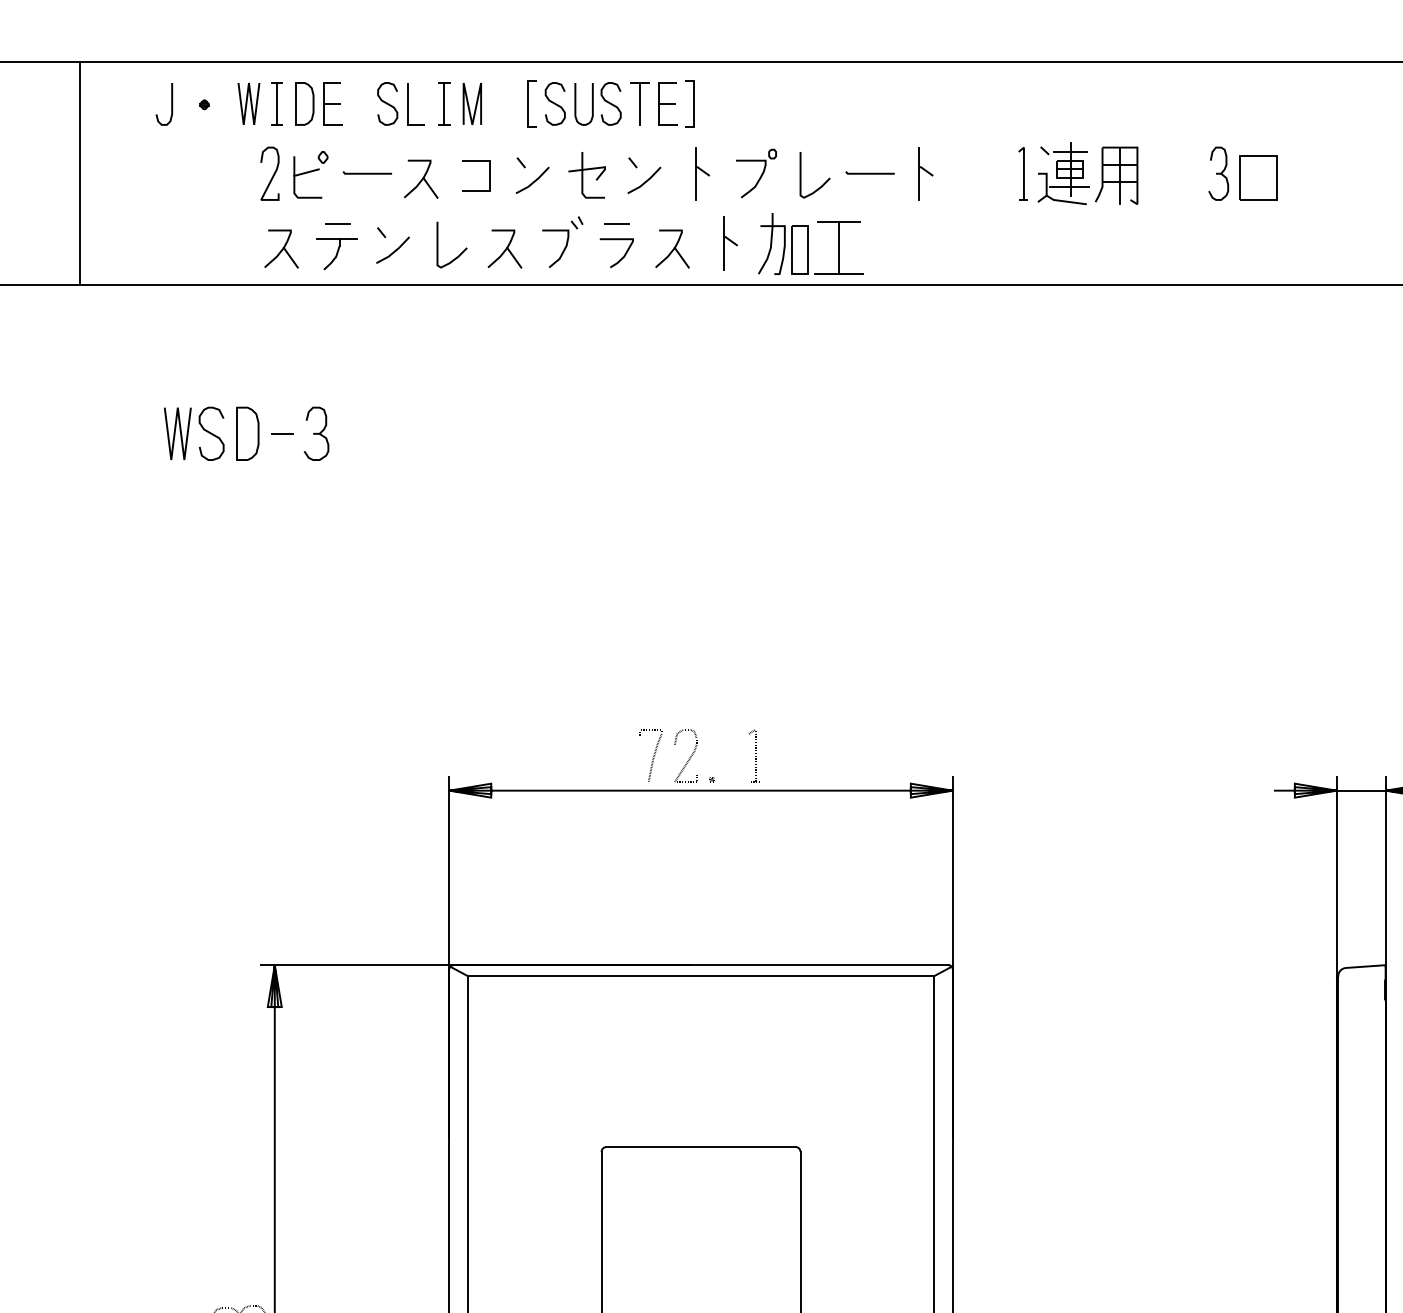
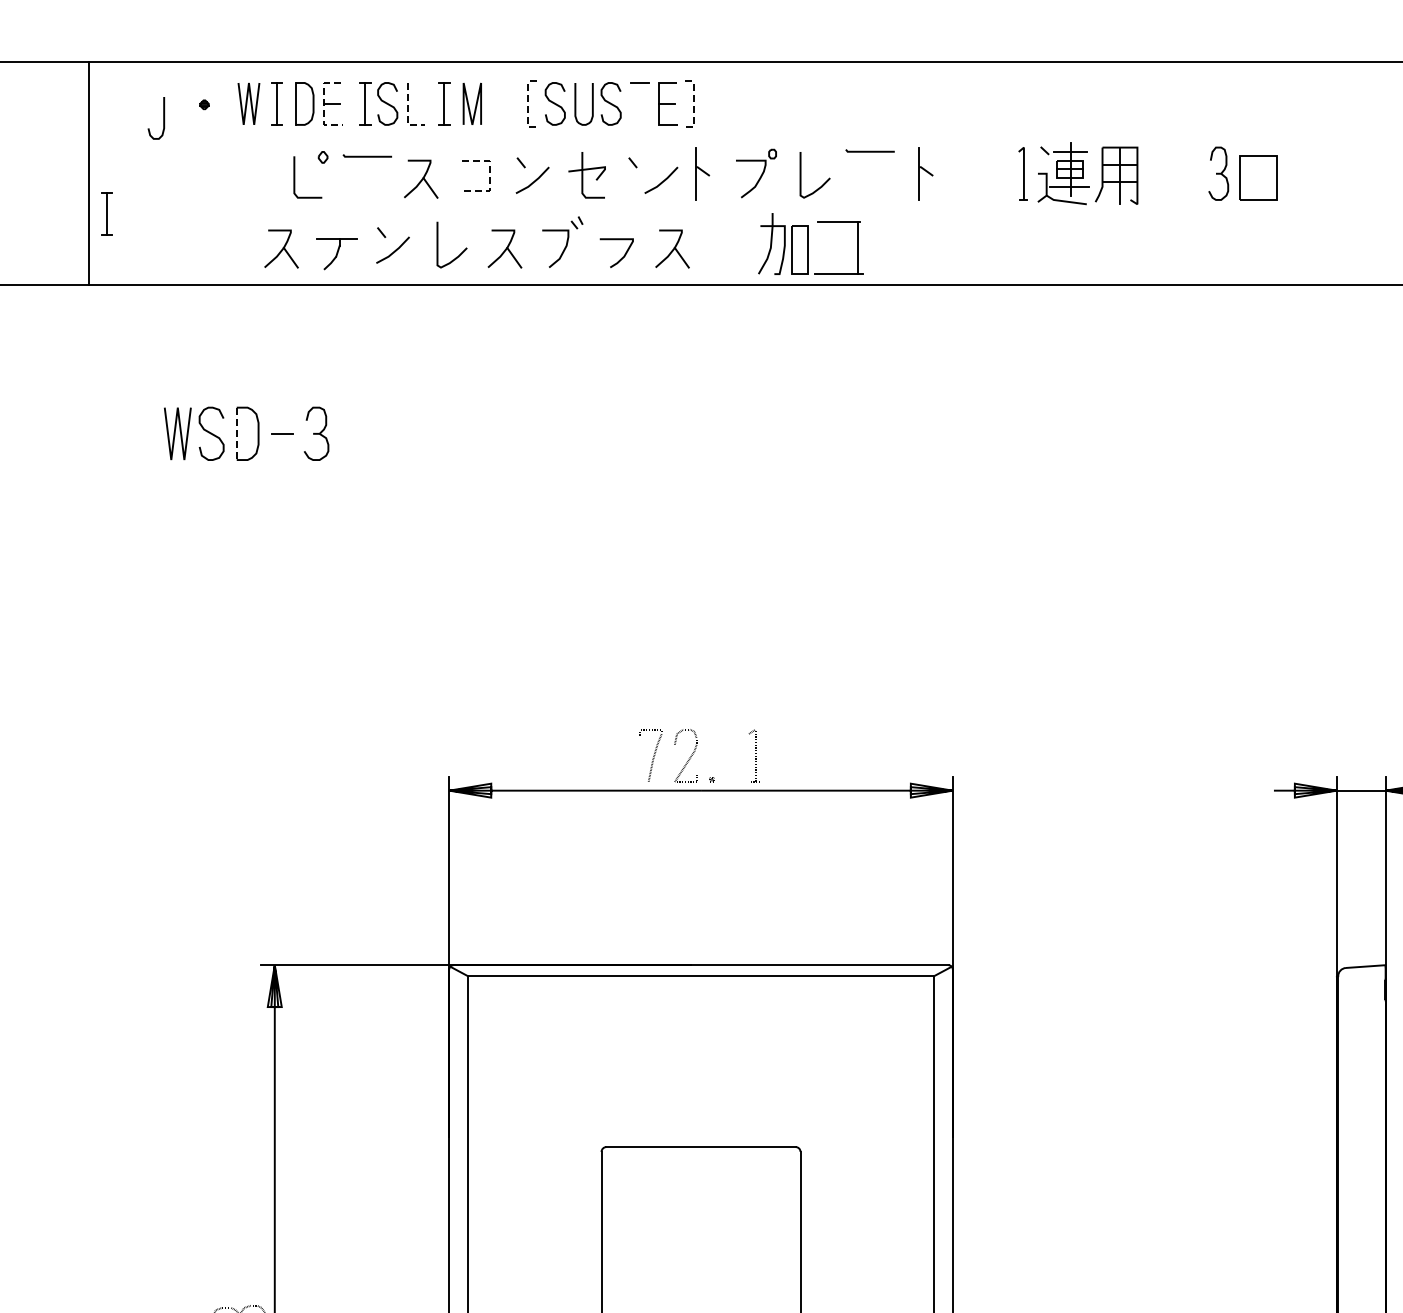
part at (365, 103): none -> present
line at (528, 103): solid -> dashed
line at (639, 103): present -> none
line at (694, 103): solid -> dashed
curve at (171, 104) position: (171, 104) -> (163, 118)
line at (324, 104): solid -> dashed
line at (407, 113): solid -> dashed
line at (306, 172): present -> none
line at (366, 172) position: (366, 172) -> (366, 155)
line at (869, 172) position: (869, 172) -> (869, 150)
line at (79, 173) position: (79, 173) -> (88, 173)
curve at (272, 175): present -> none
line at (489, 176): solid -> dashed
line at (644, 181) position: (644, 181) -> (661, 181)
part at (106, 213): none -> present
line at (337, 223): present -> none
line at (617, 223): present -> none
part at (730, 243): present -> none
line at (838, 247) position: (838, 247) -> (857, 247)
line at (236, 434): solid -> dashed
